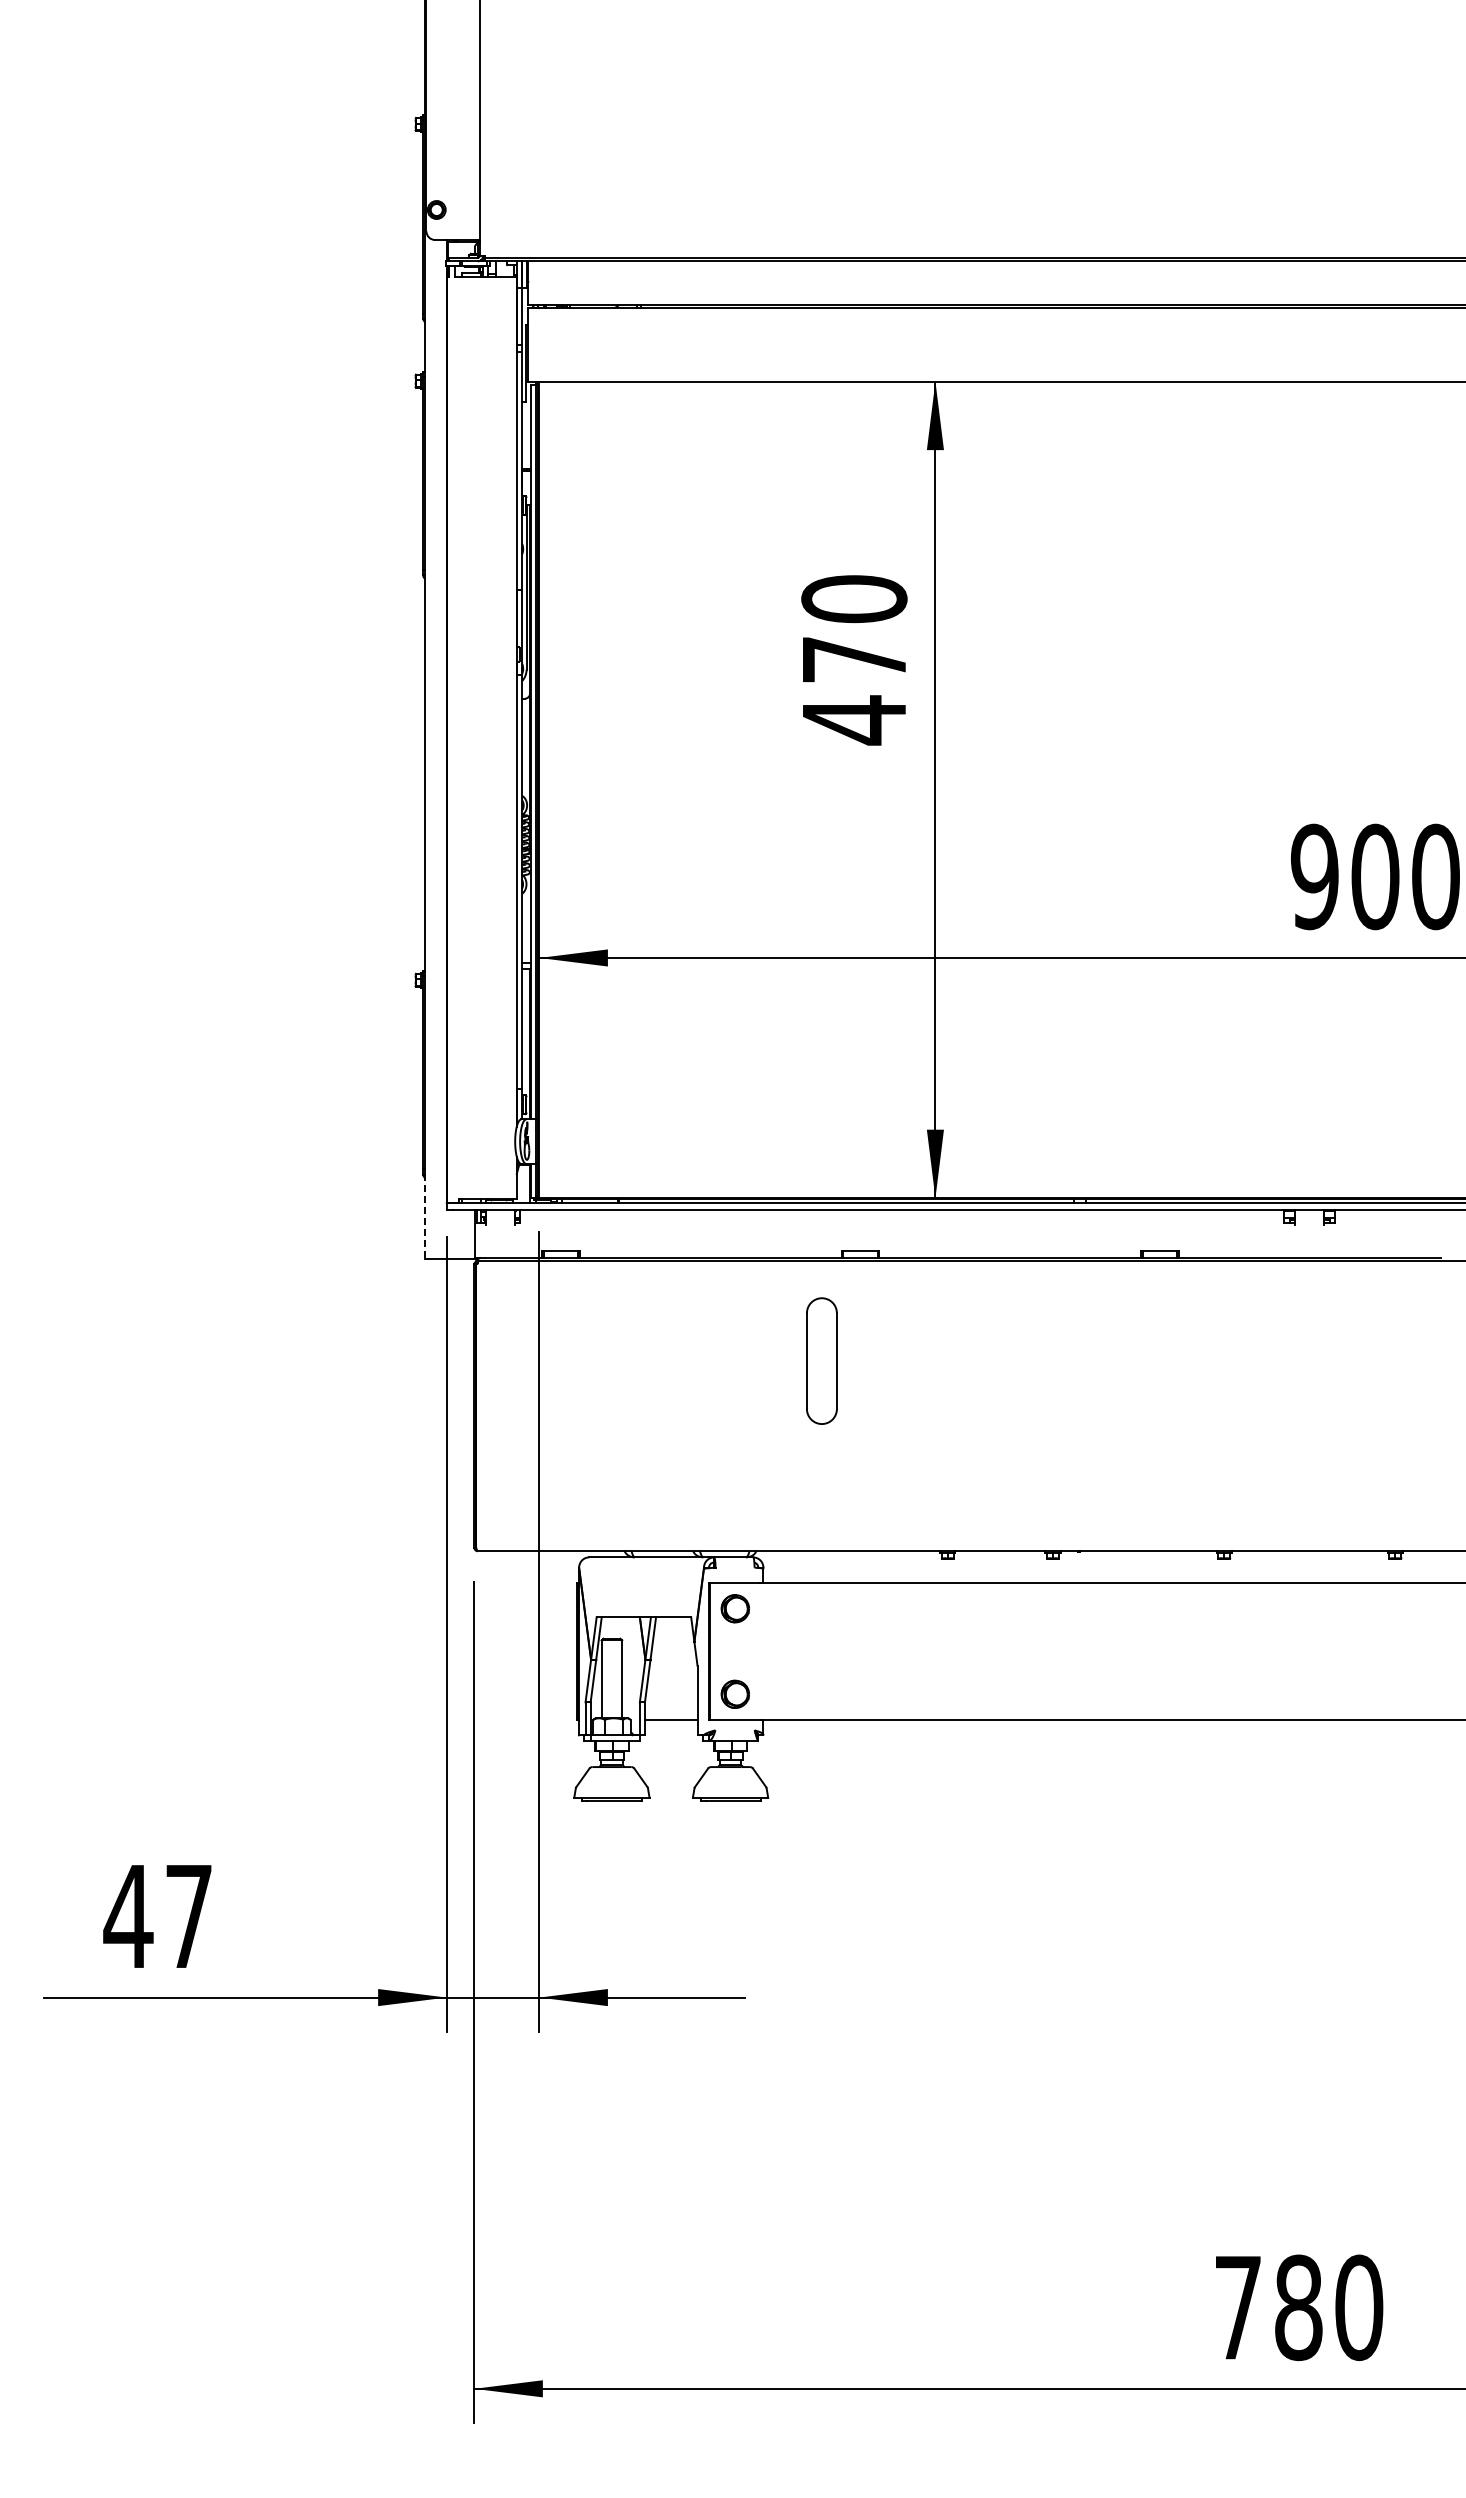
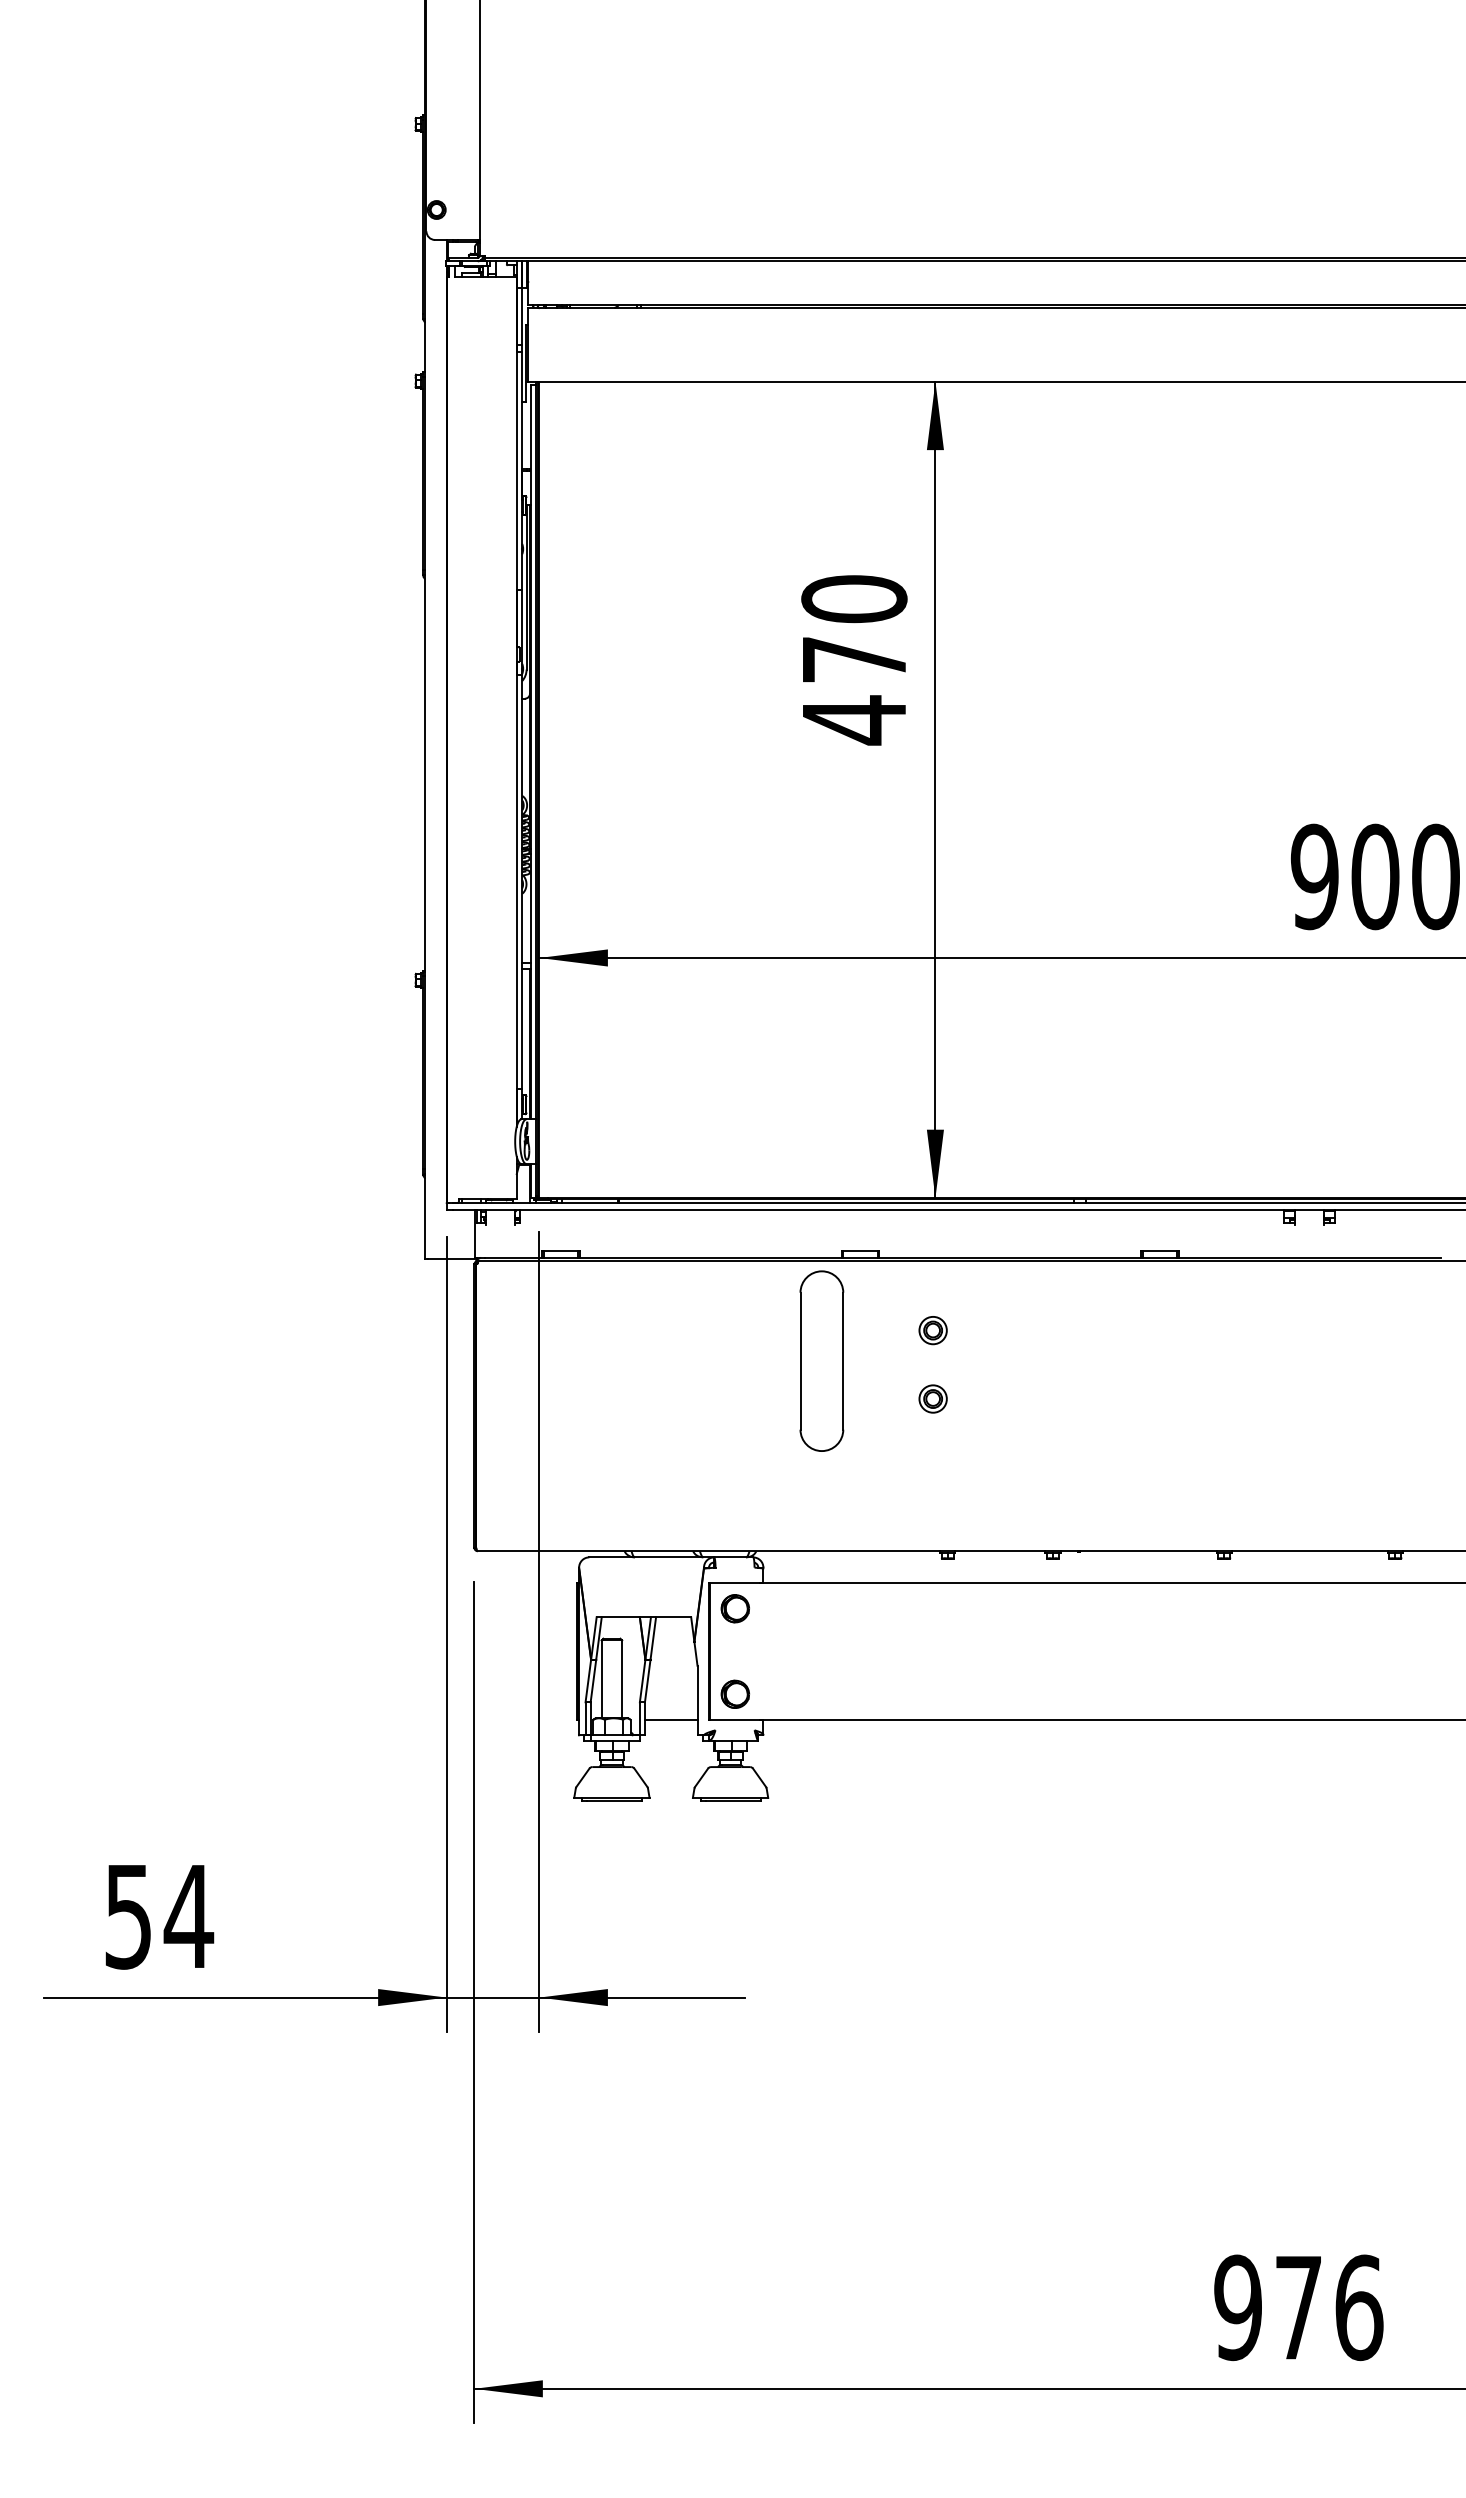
line at (424, 1216): dashed -> solid
part at (932, 1330): none -> present
part at (821, 1360) size: 32x128 px -> 46x182 px
part at (932, 1398): none -> present
text at (158, 1917): 47 -> 54
text at (1298, 2307): 780 -> 976
